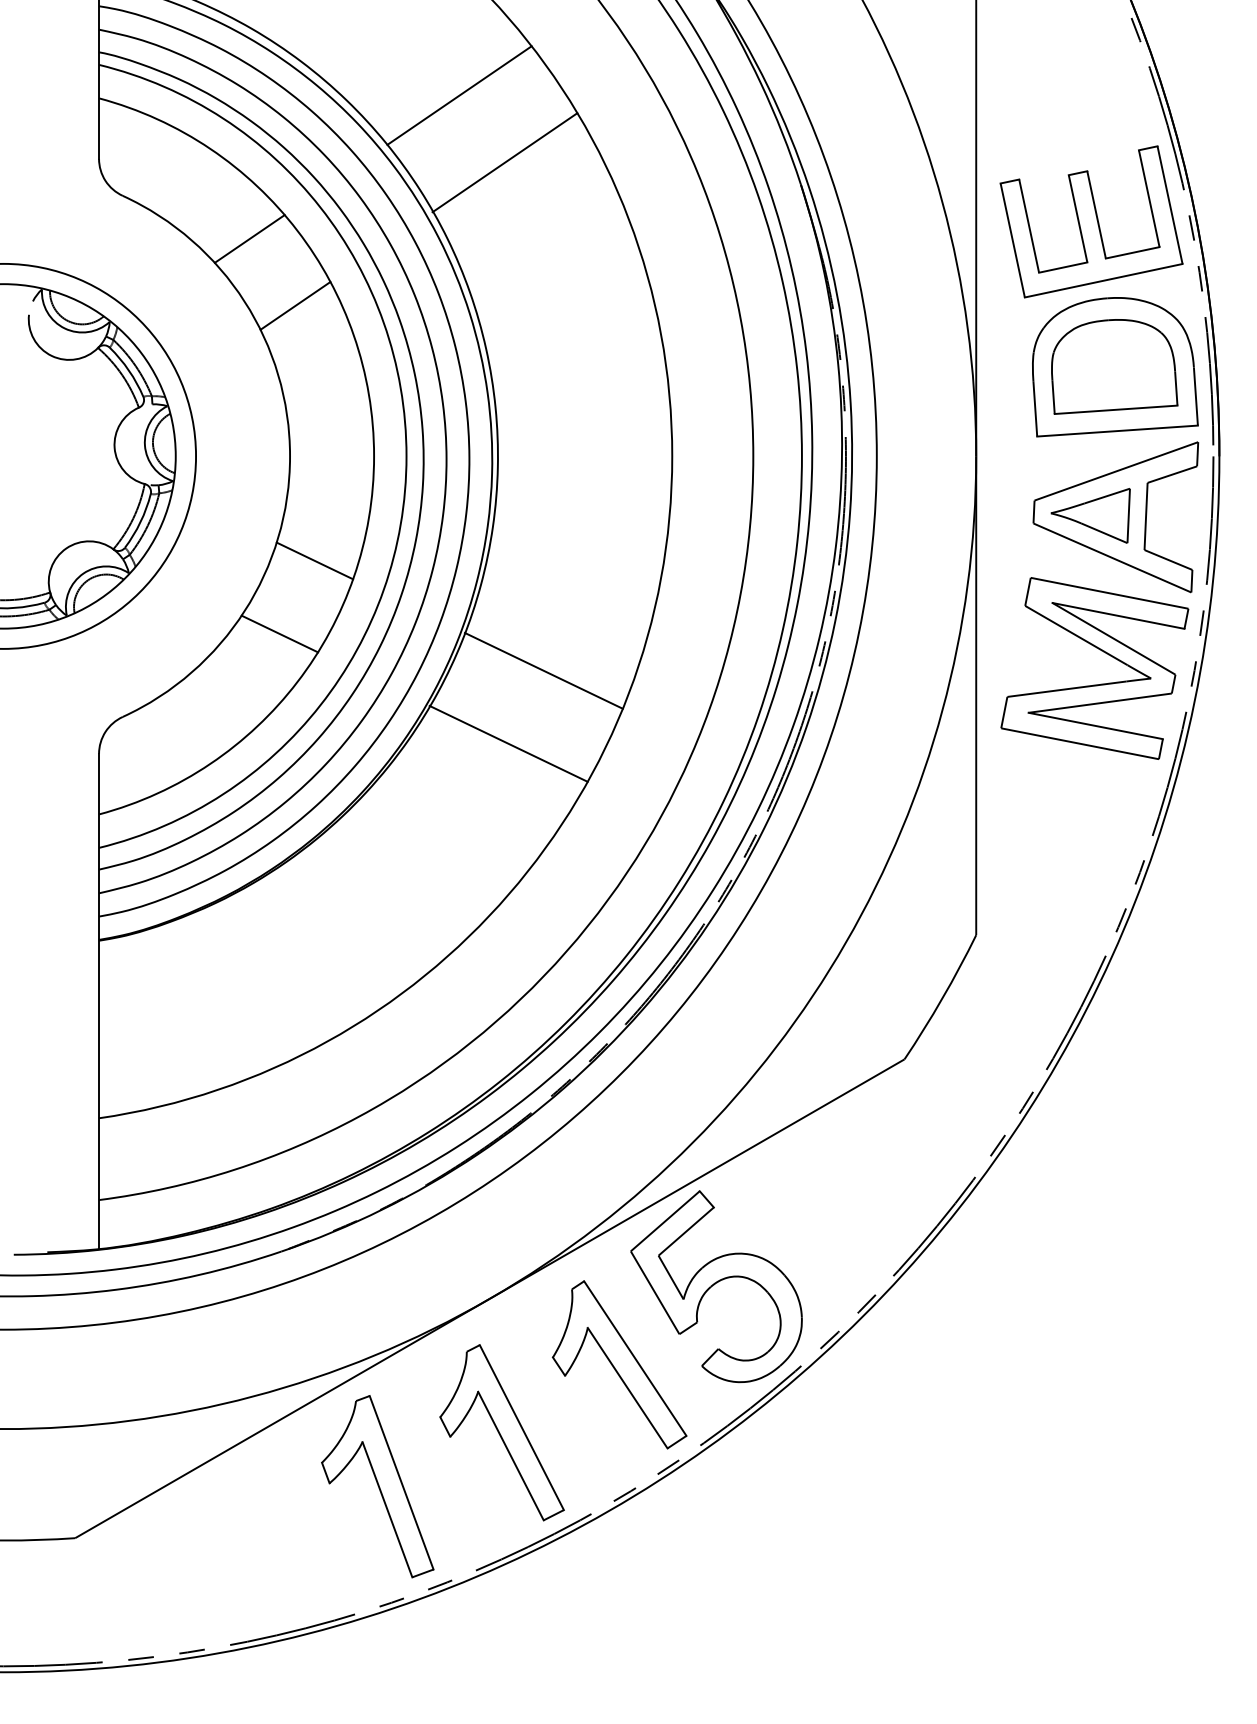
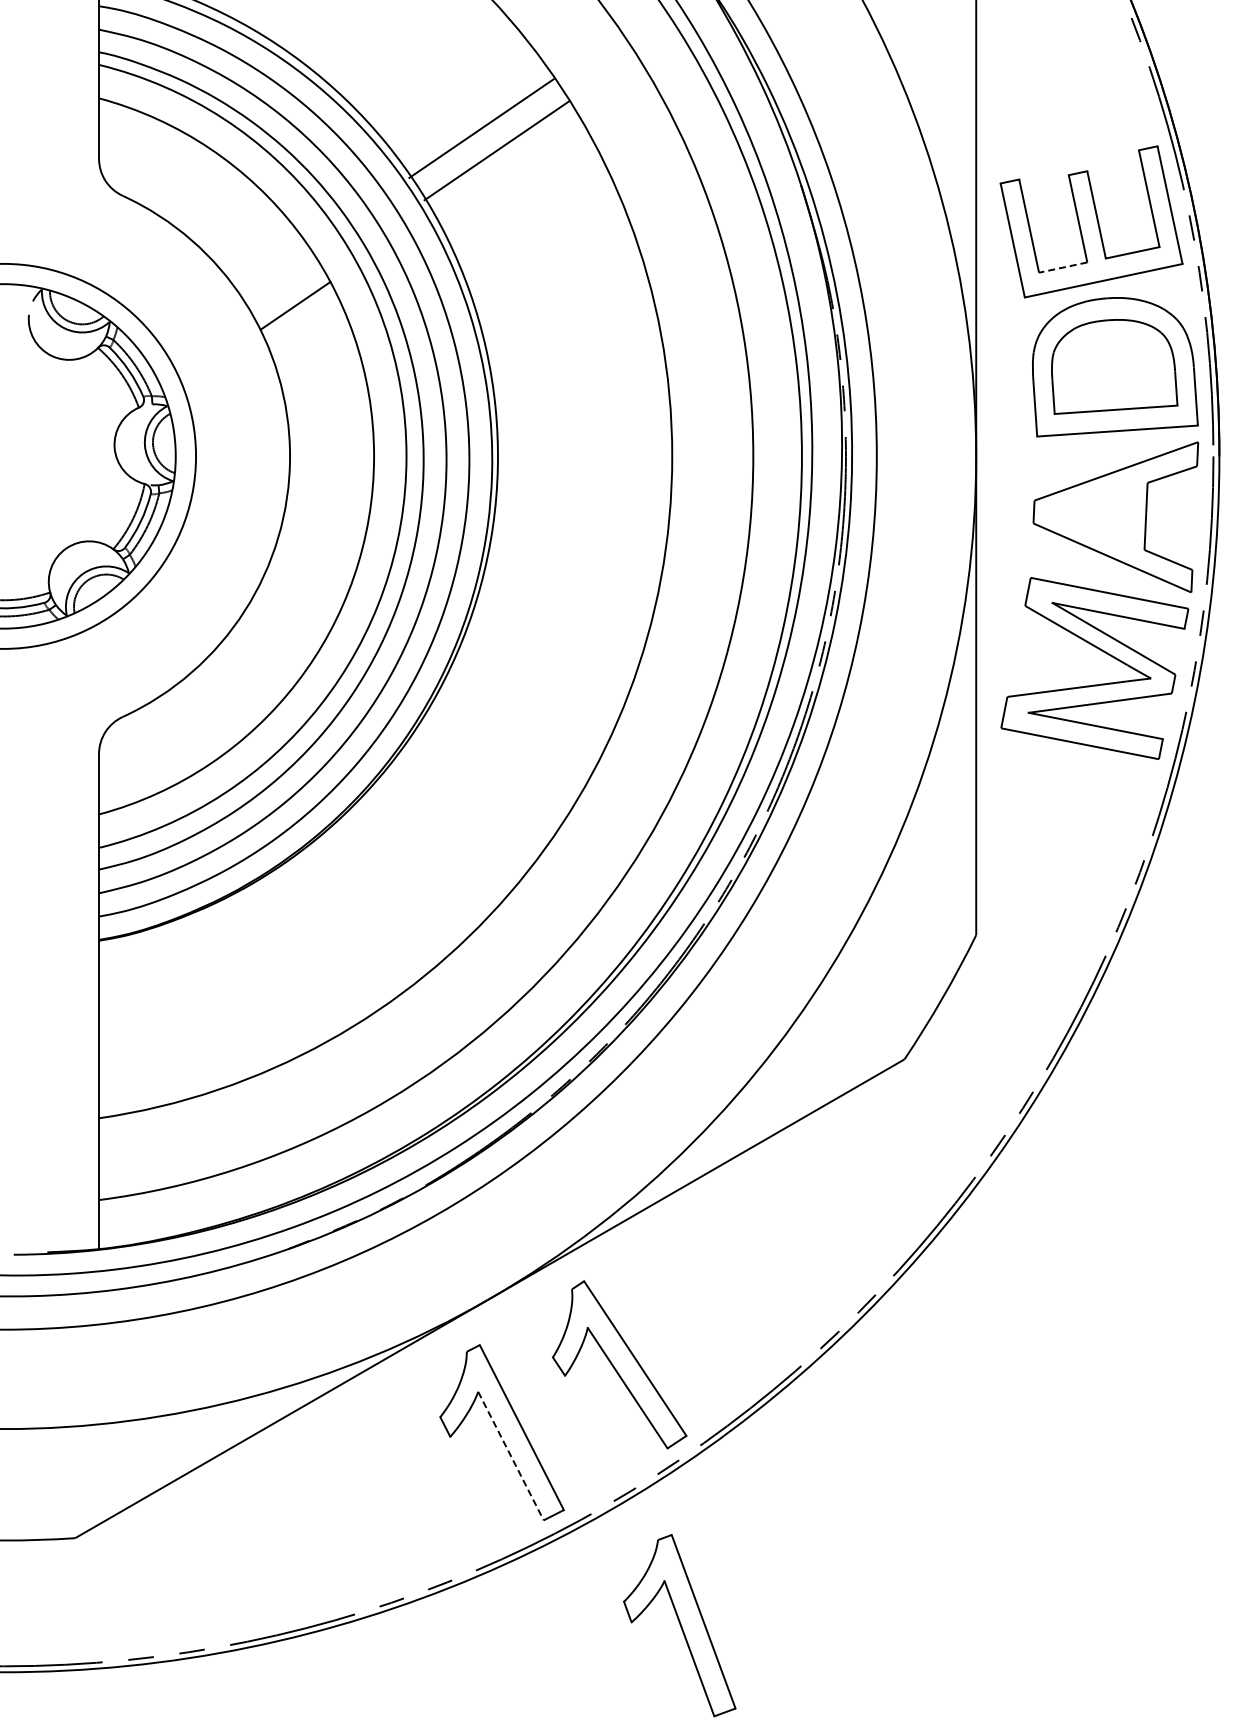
line at (459, 95) position: (459, 95) -> (481, 128)
line at (504, 162) position: (504, 162) -> (496, 150)
line at (249, 238): present -> none
line at (1063, 267): solid -> dashed
part at (1090, 515): present -> none
line at (314, 560): present -> none
line at (279, 633): present -> none
line at (543, 670): present -> none
line at (508, 743): present -> none
part at (716, 1286): present -> none
line at (511, 1456): solid -> dashed
part at (377, 1486) position: (377, 1486) -> (679, 1625)
